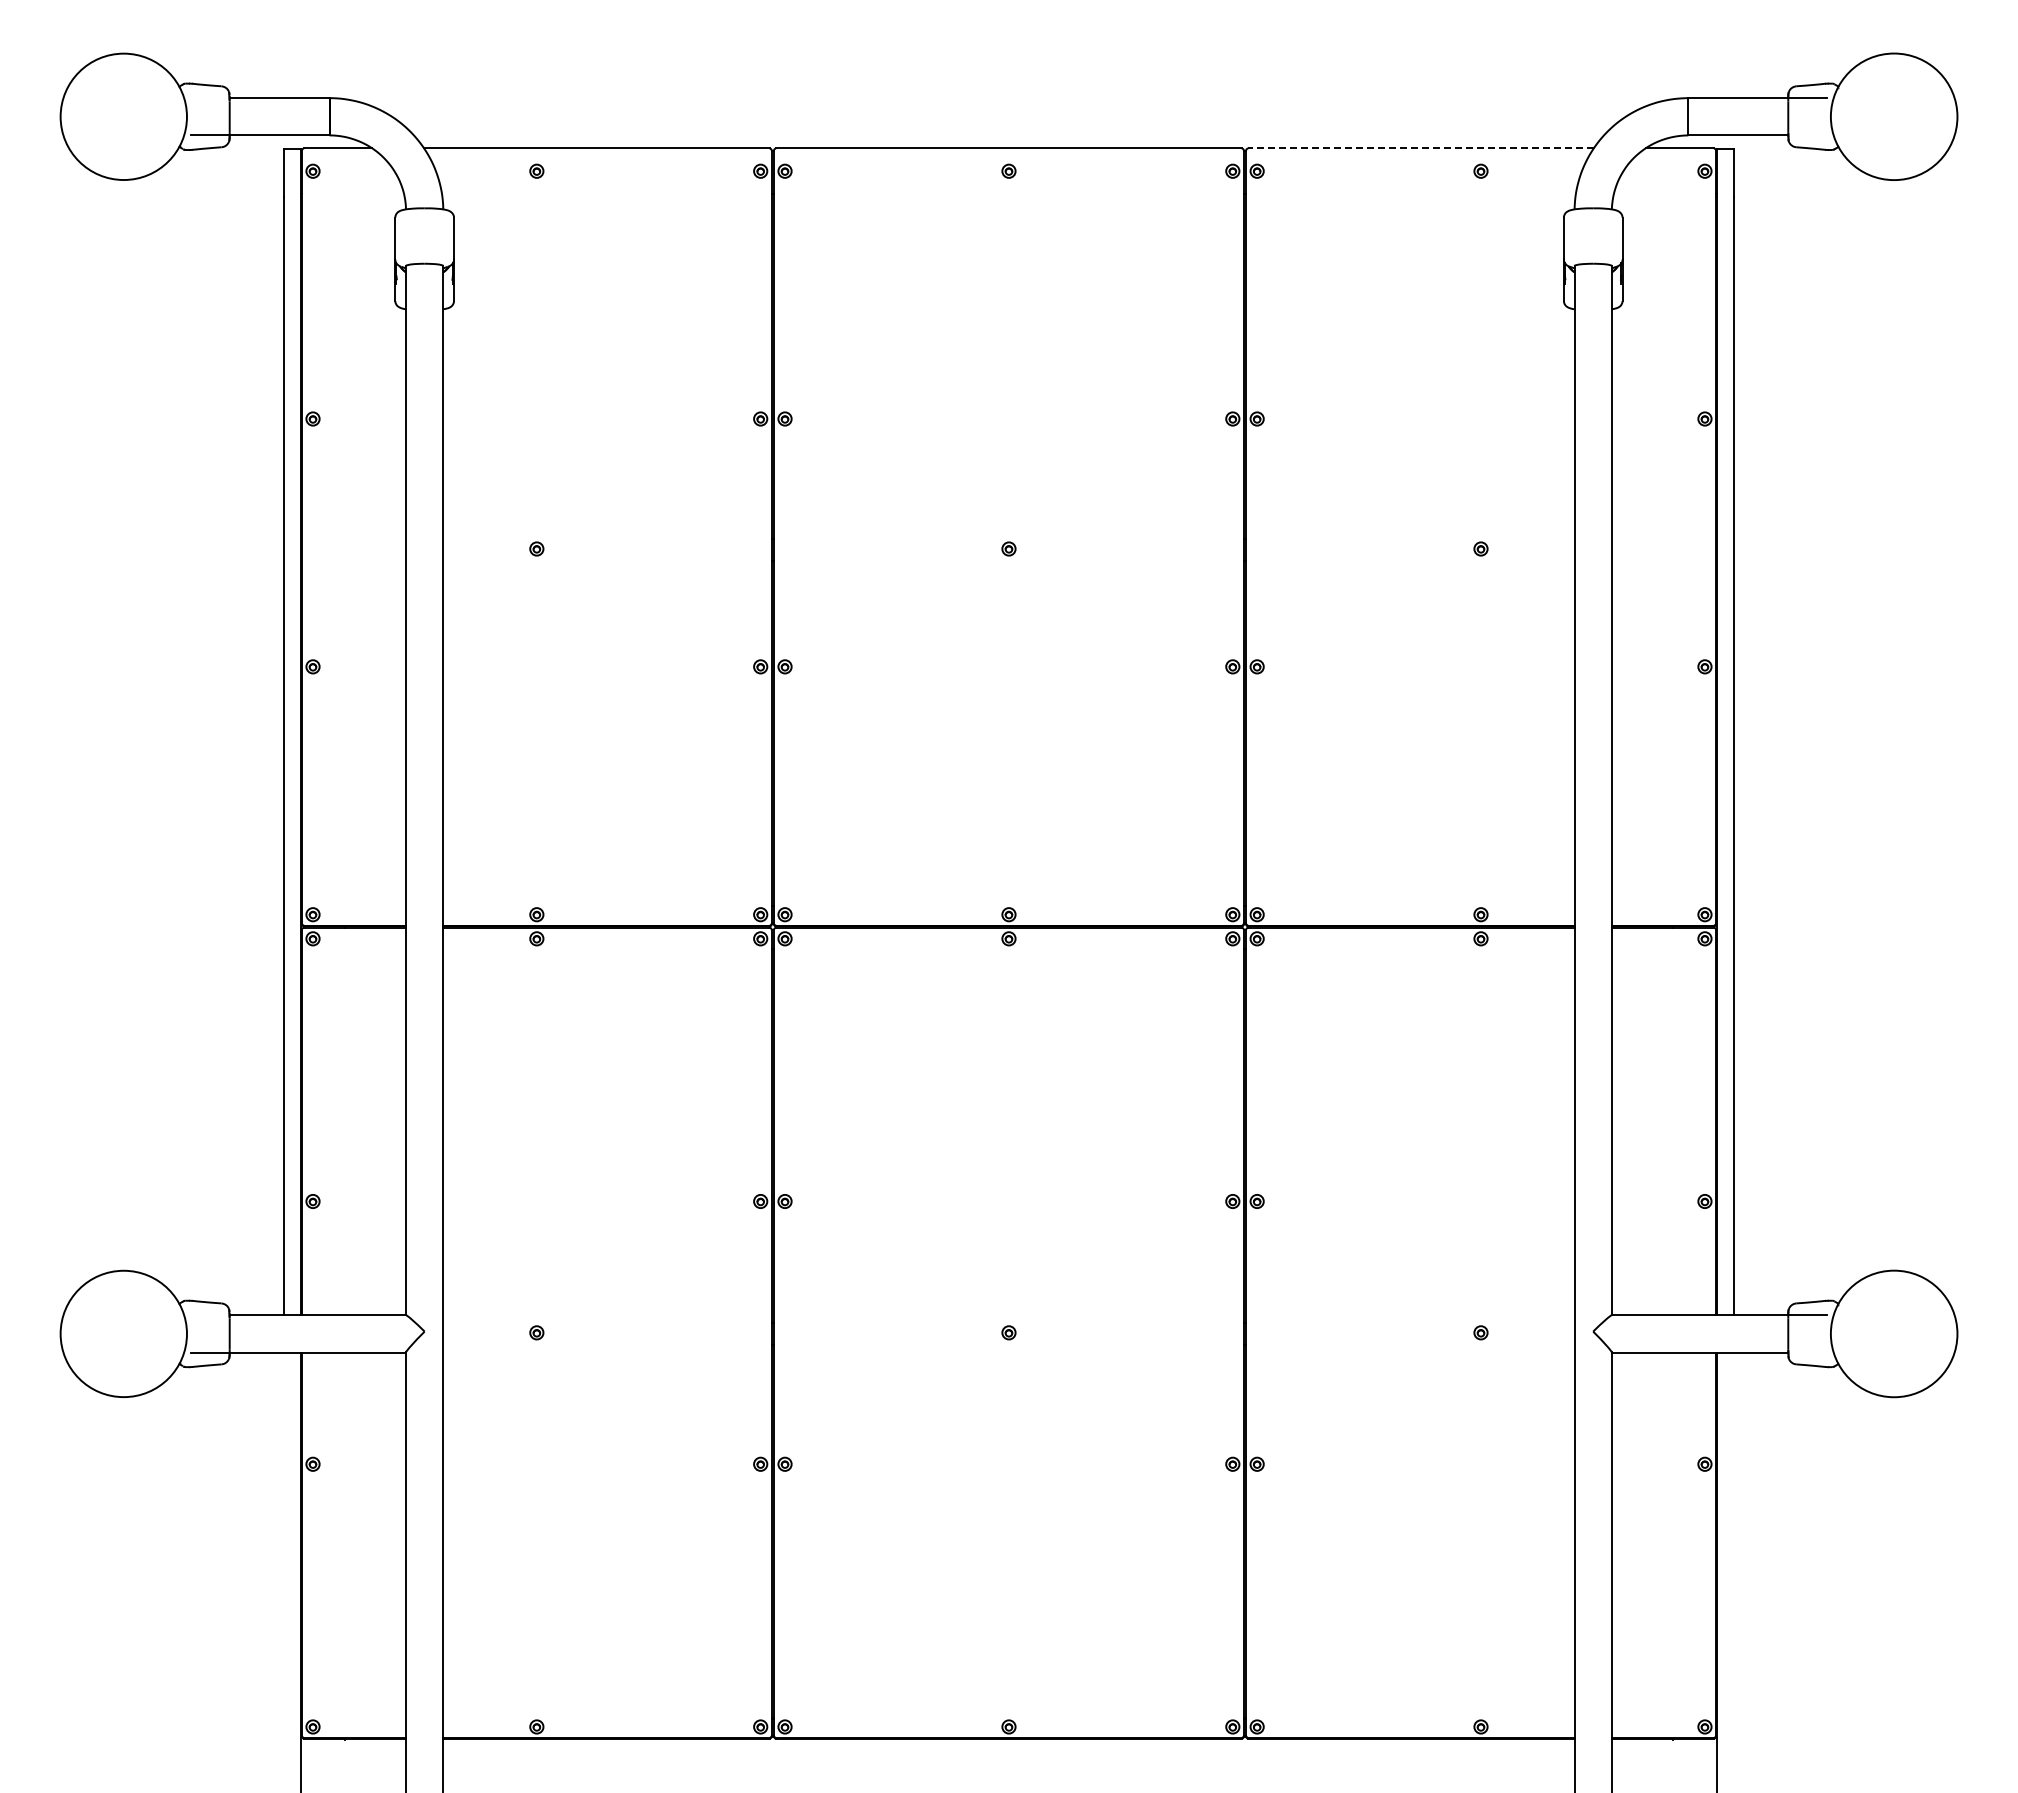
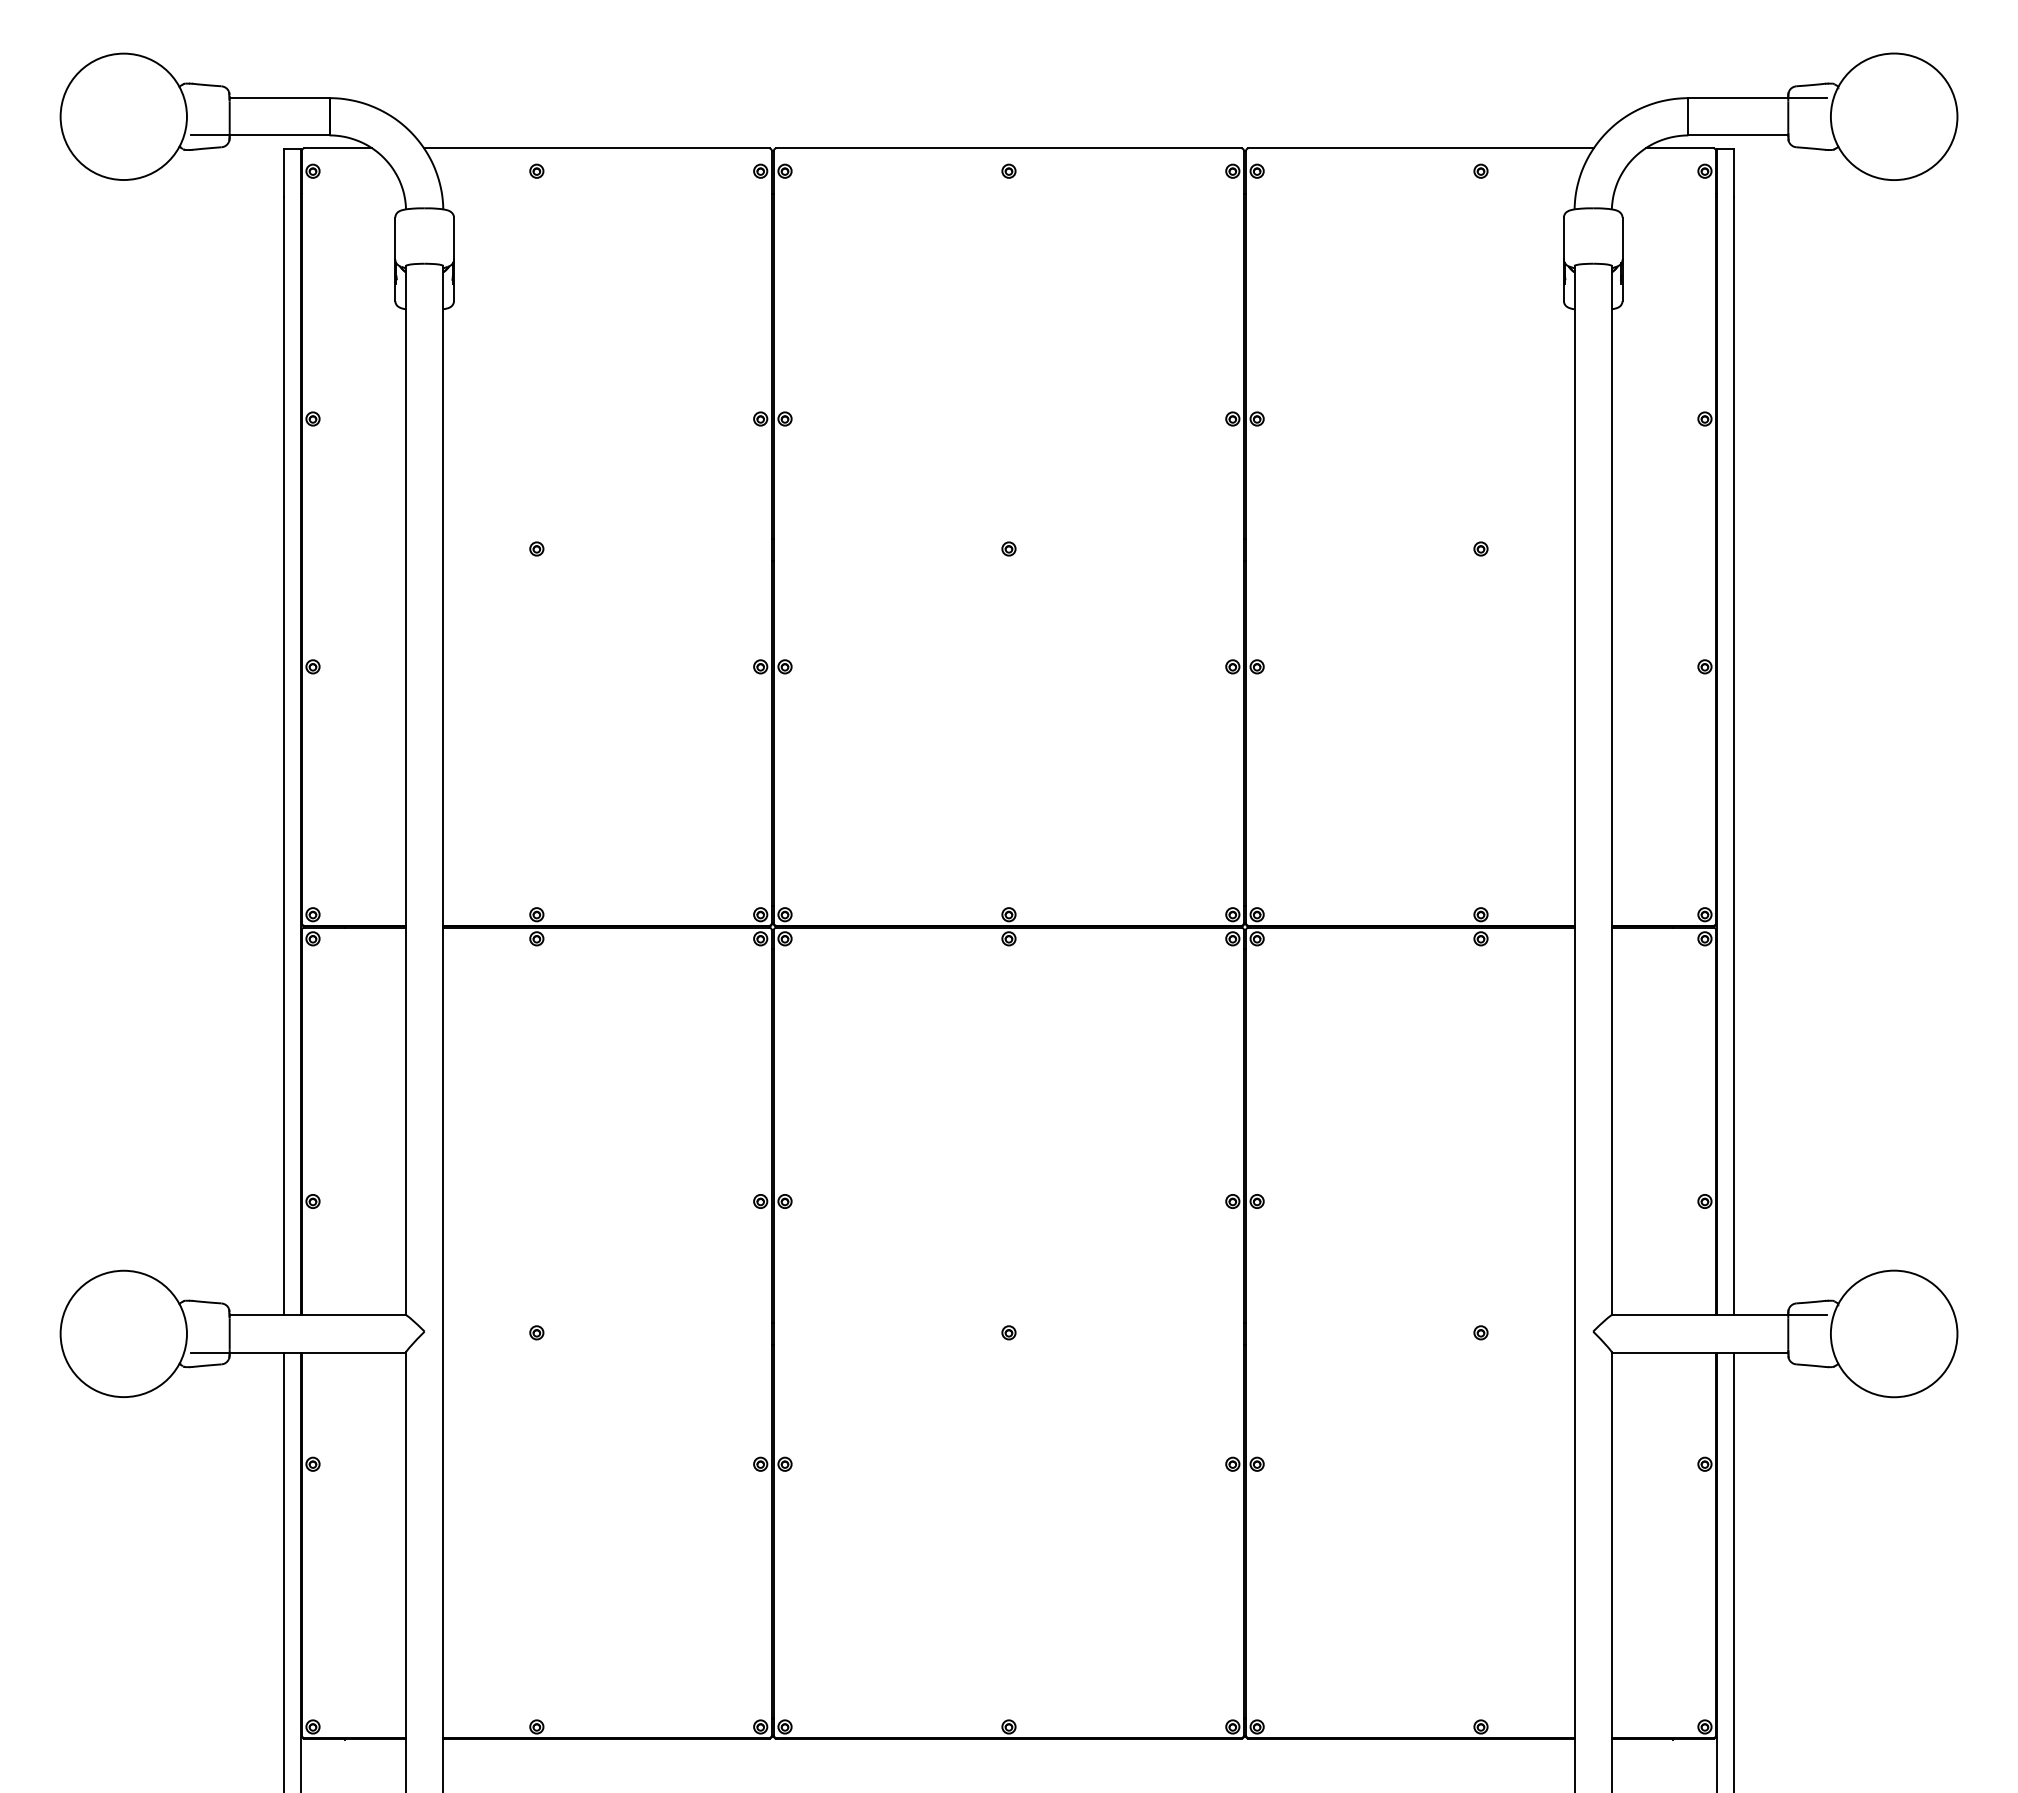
line at (1421, 148): dashed -> solid
line at (284, 1570): none -> present
line at (1733, 1570): none -> present
